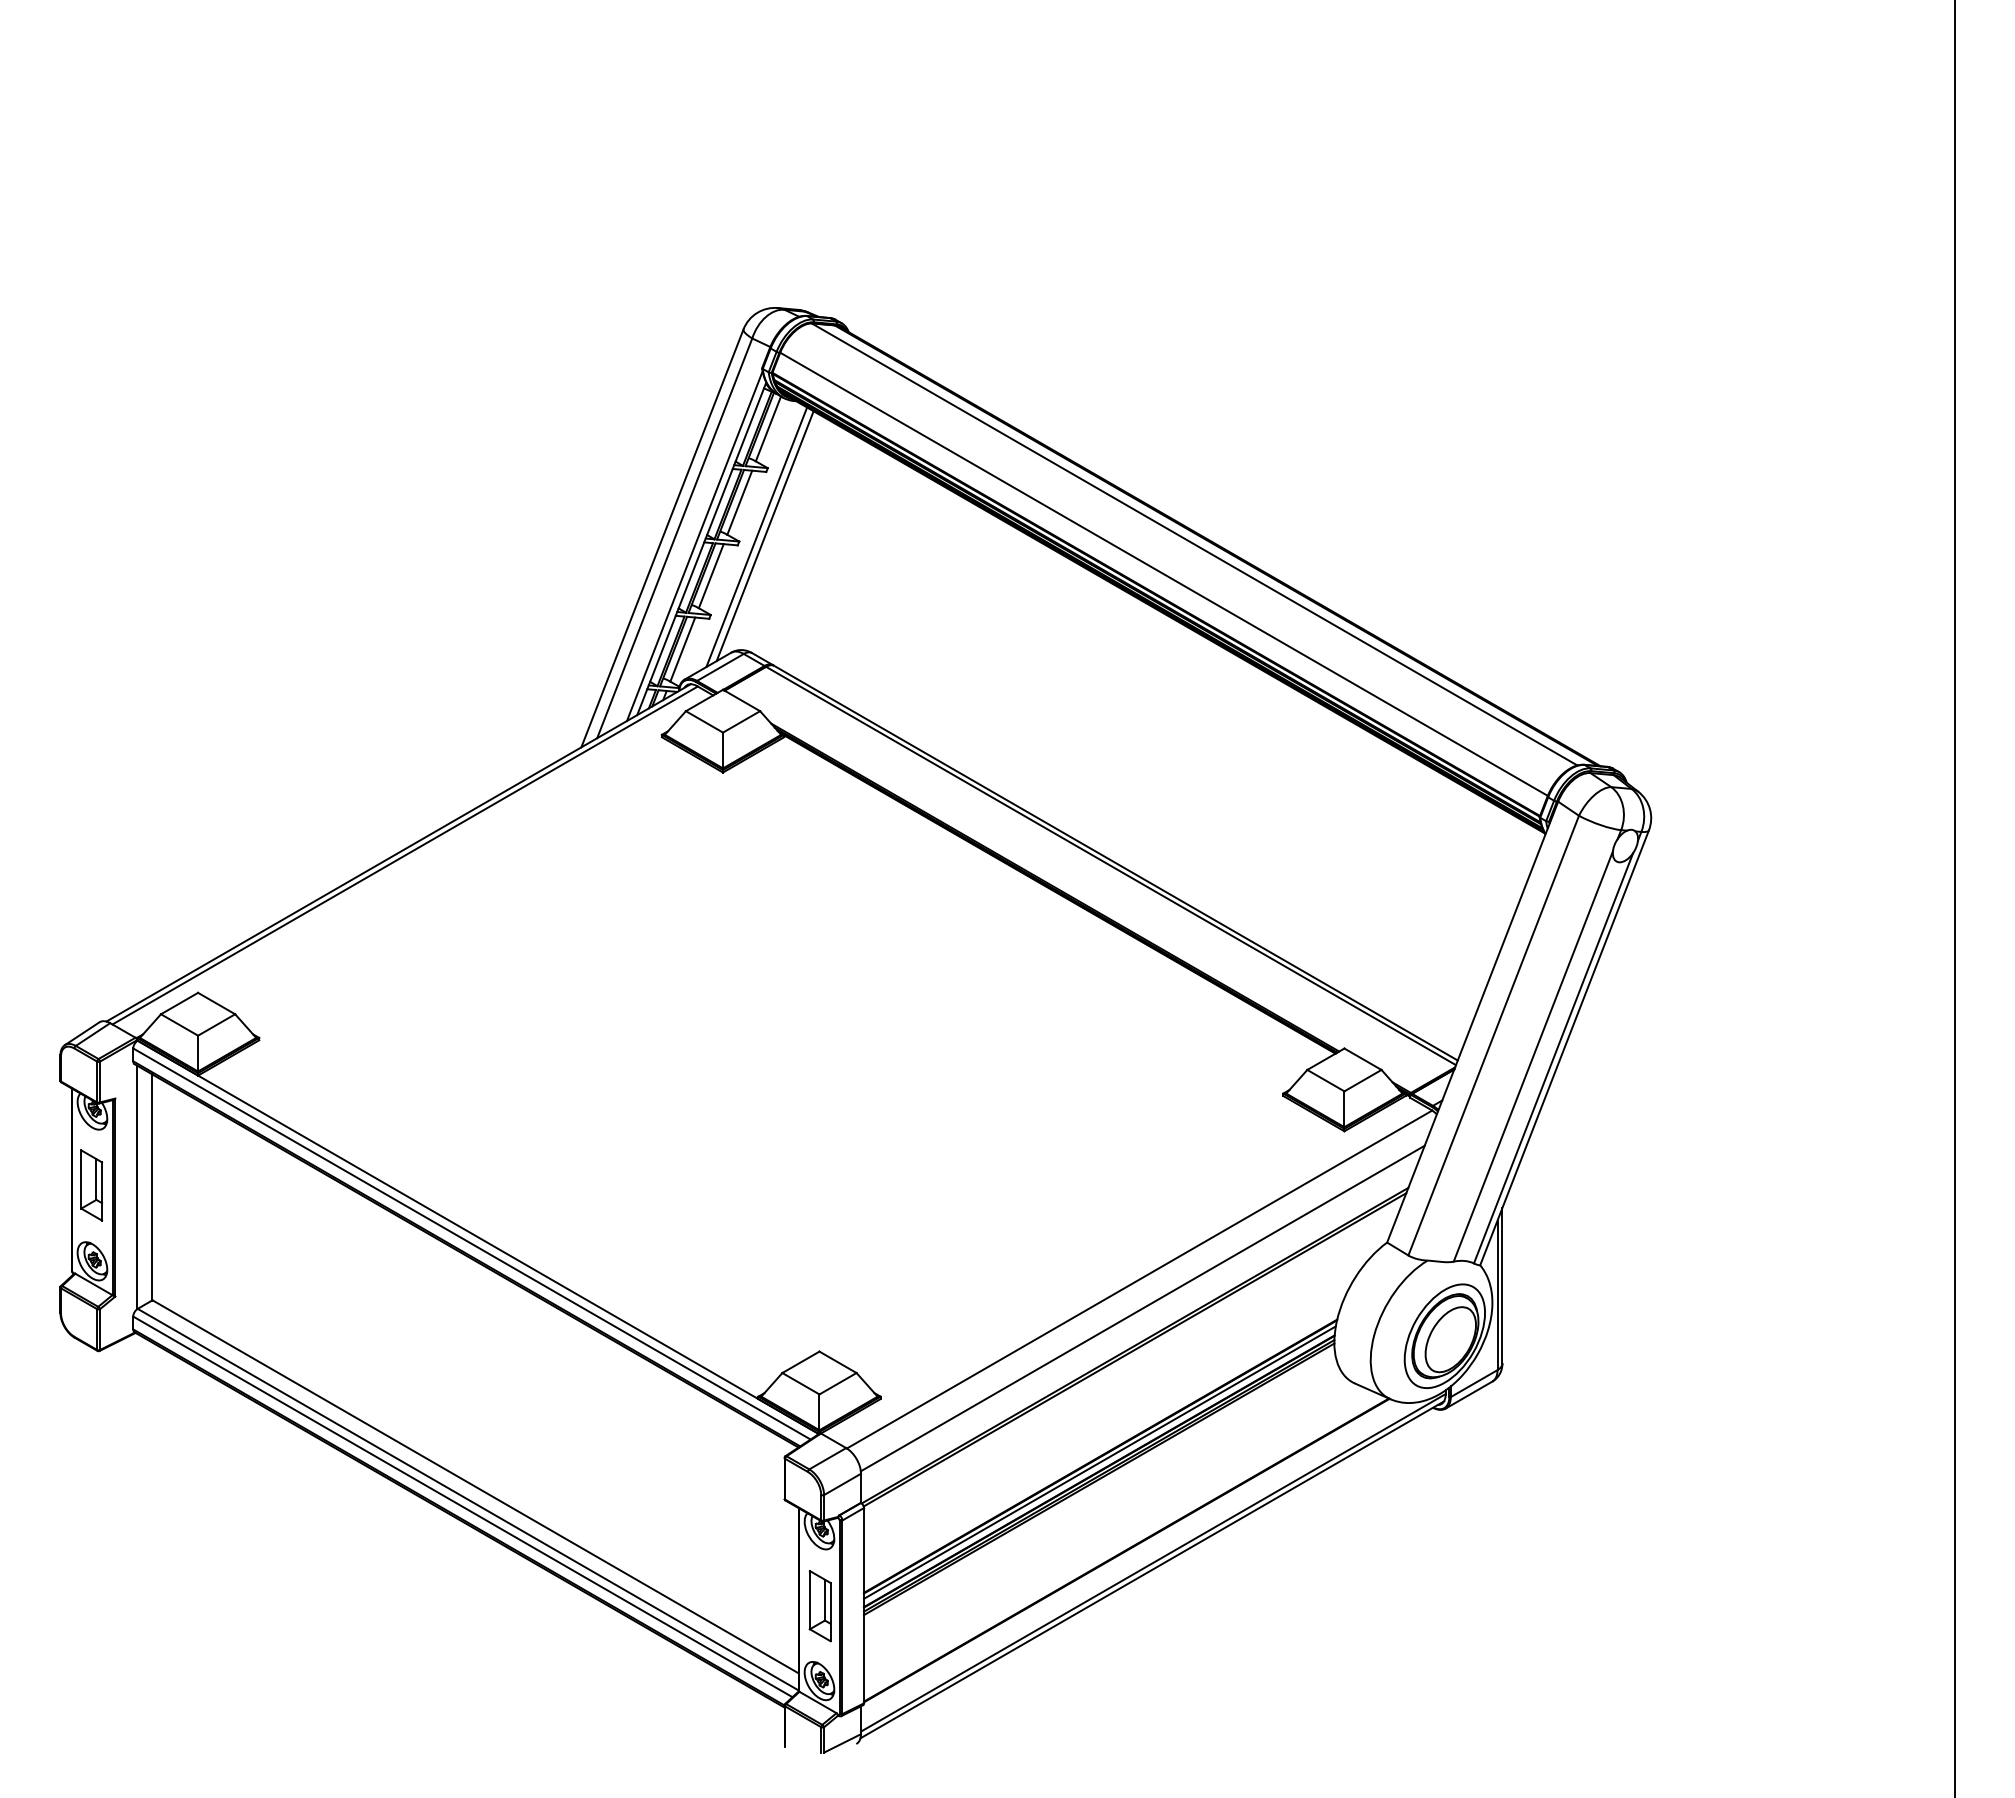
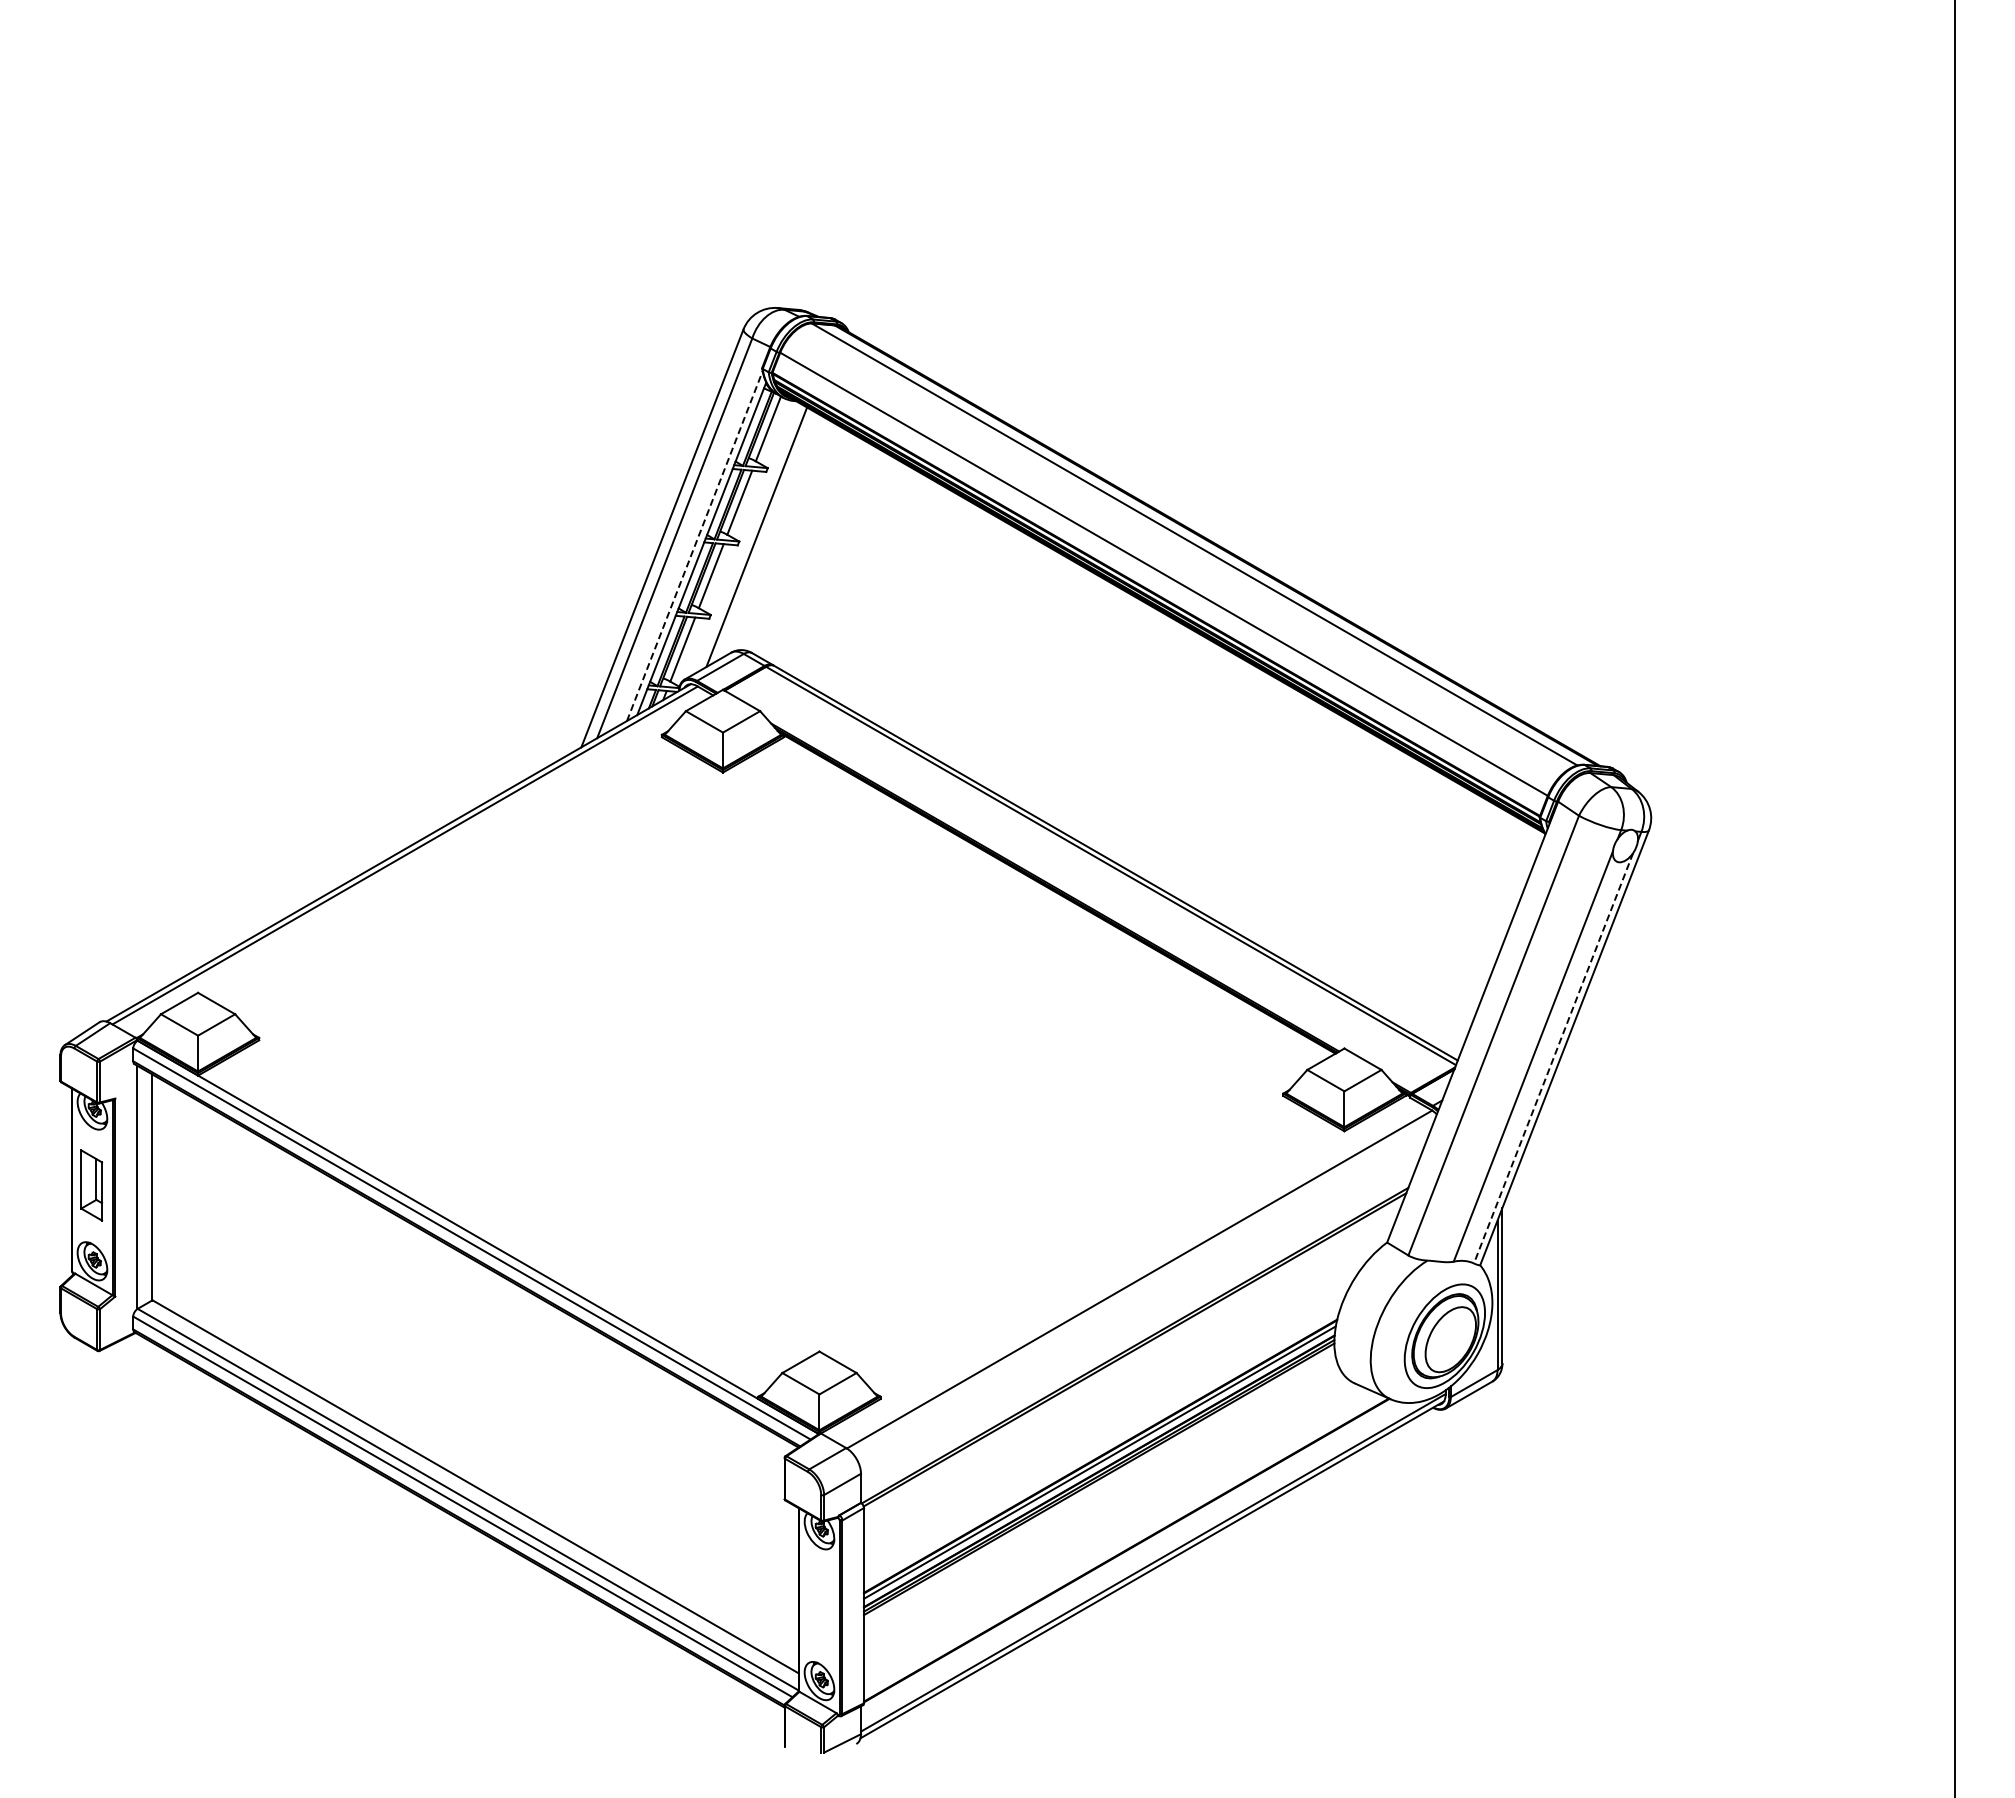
line at (764, 536): present -> none
line at (694, 546): solid -> dashed
line at (1553, 1058): solid -> dashed
line at (1142, 1308): present -> none
part at (819, 1606): present -> none
